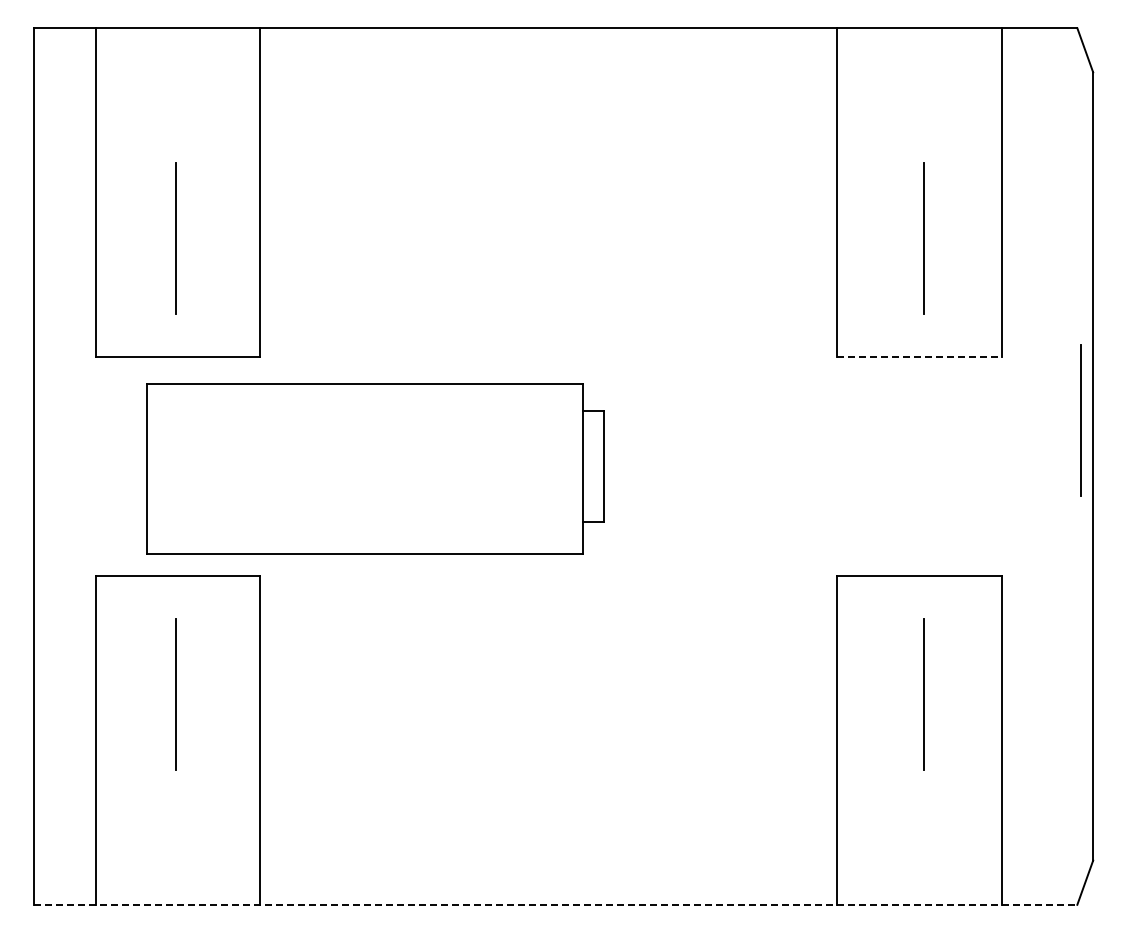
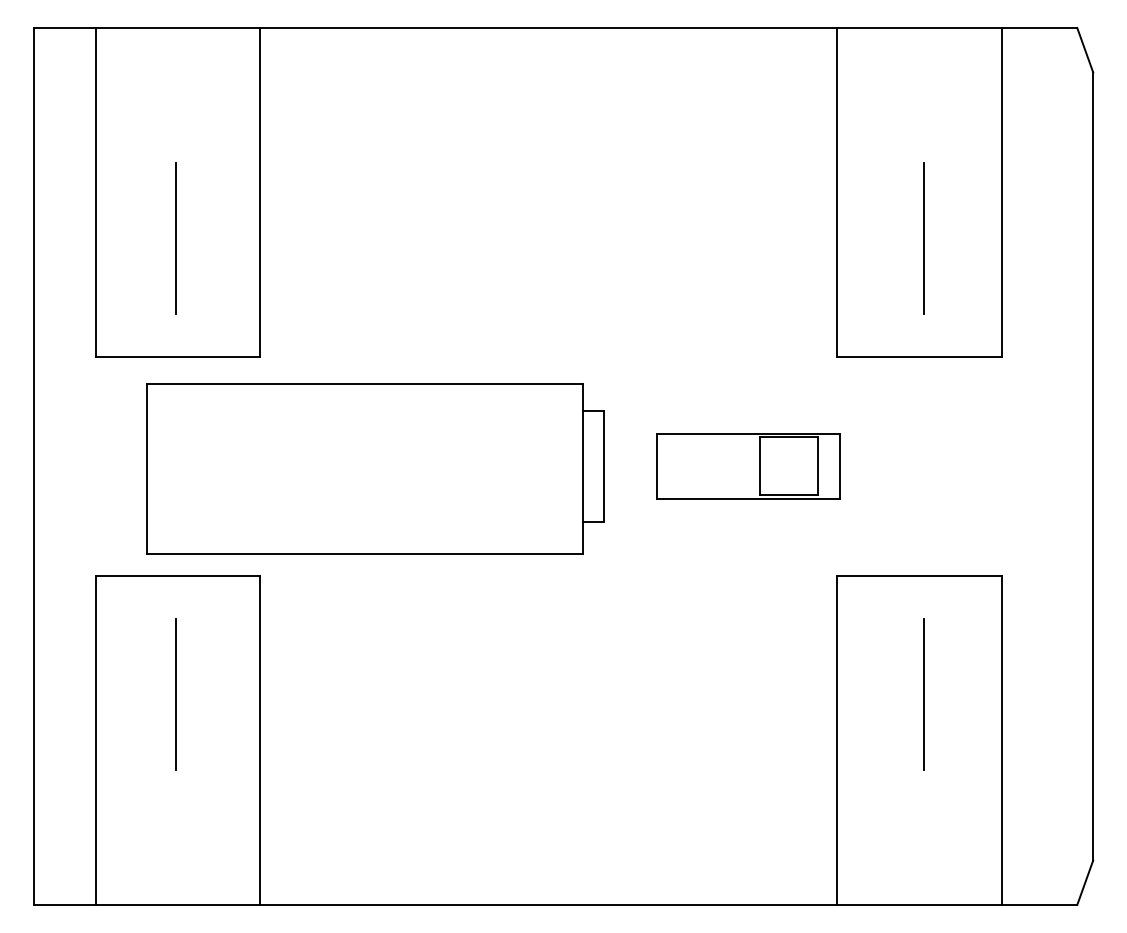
line at (920, 356): dashed -> solid
line at (1080, 420): present -> none
part at (748, 466): none -> present
line at (555, 904): dashed -> solid
